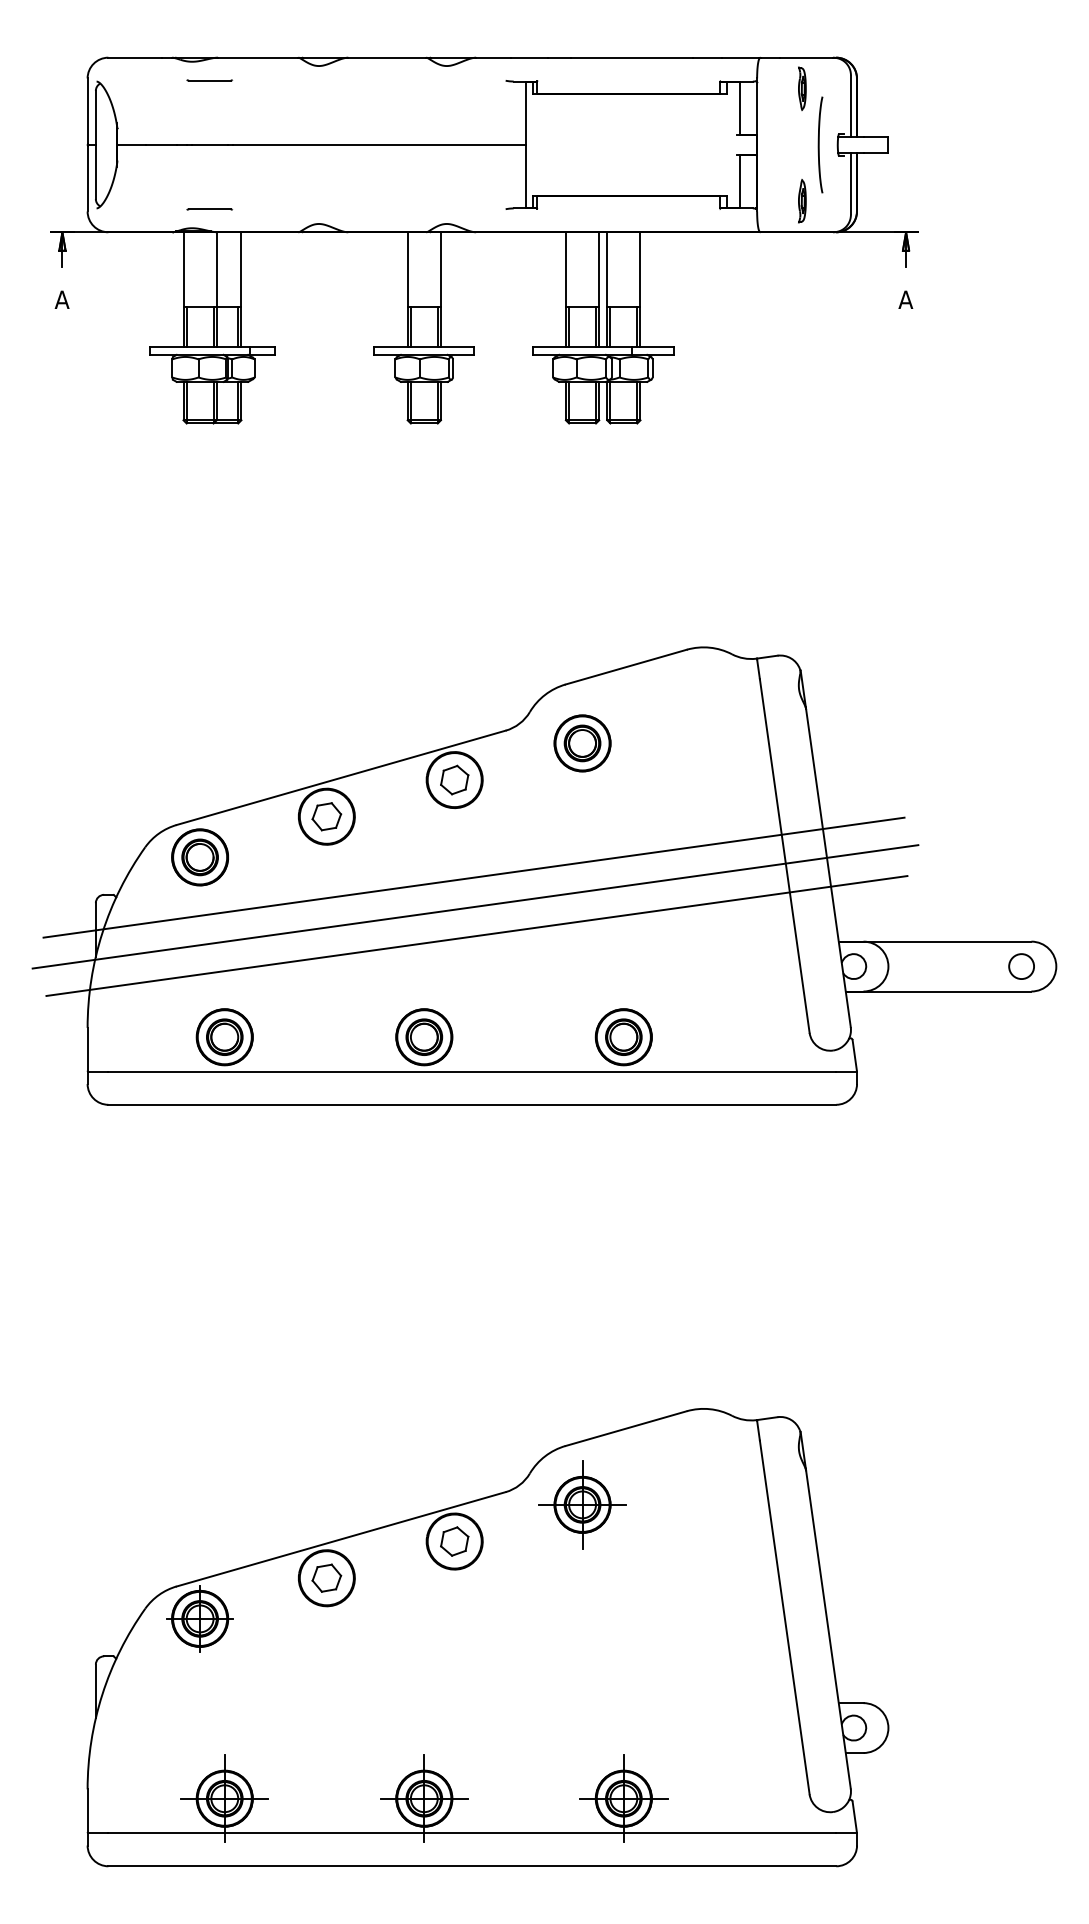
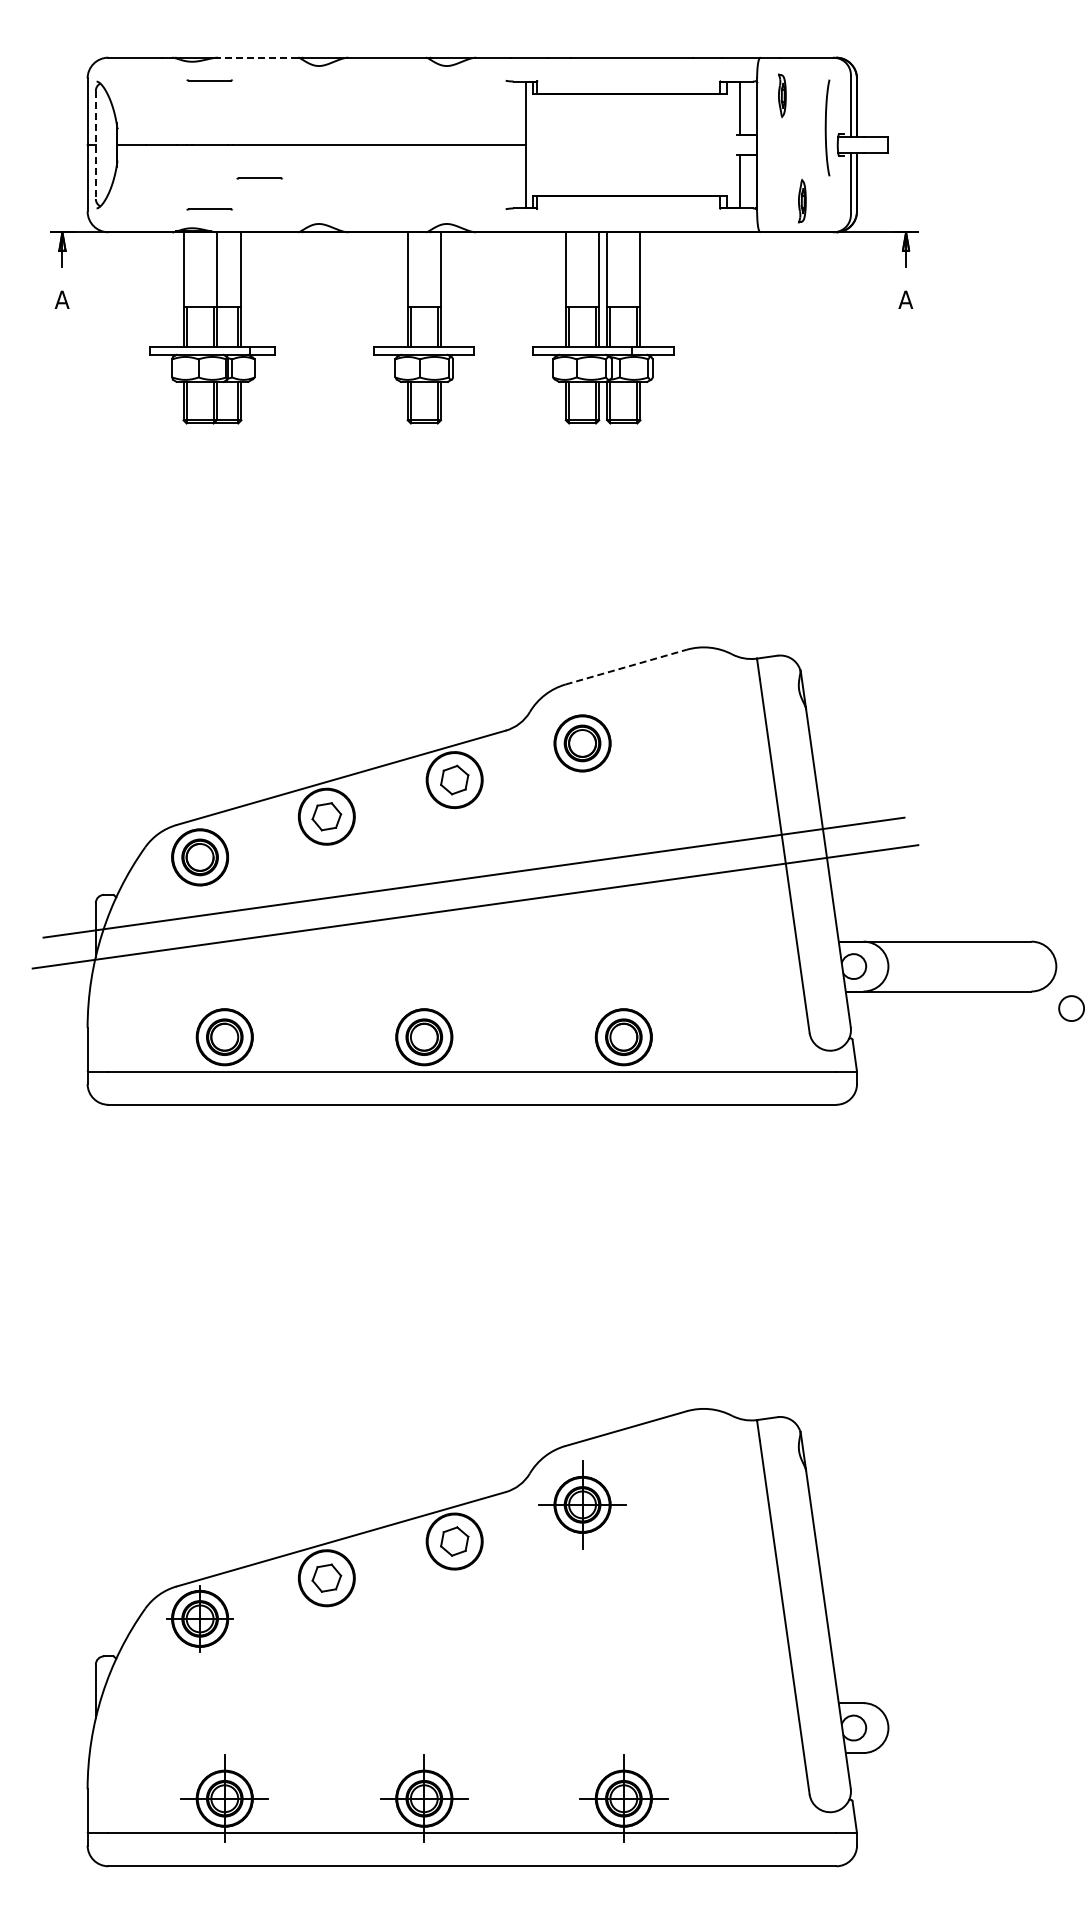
line at (257, 57): solid -> dashed
part at (802, 88) position: (802, 88) -> (782, 95)
curve at (819, 144) position: (819, 144) -> (826, 127)
line at (95, 145): solid -> dashed
line at (259, 178): none -> present
line at (626, 666): solid -> dashed
line at (476, 935): present -> none
circle at (1021, 966) position: (1021, 966) -> (1071, 1008)
